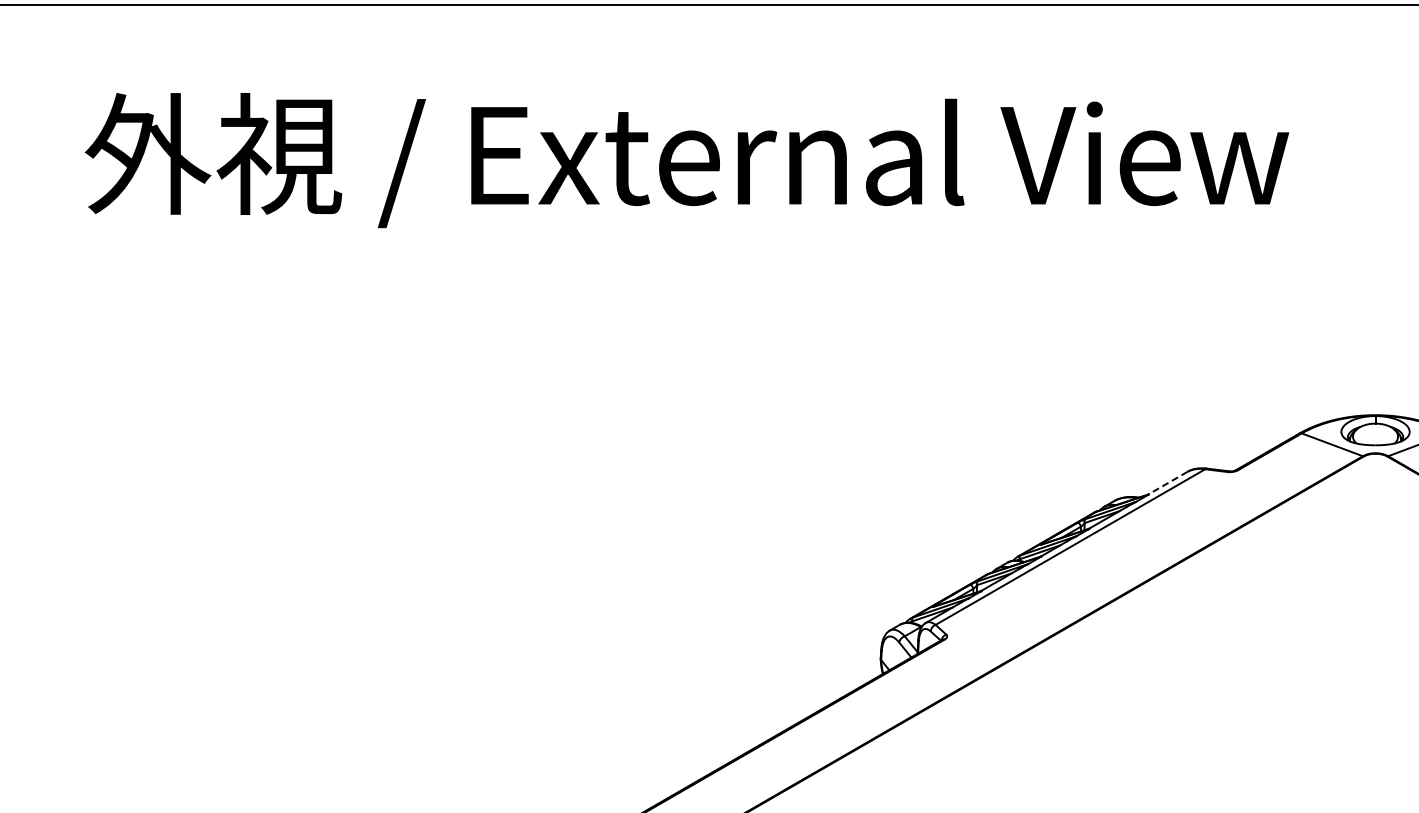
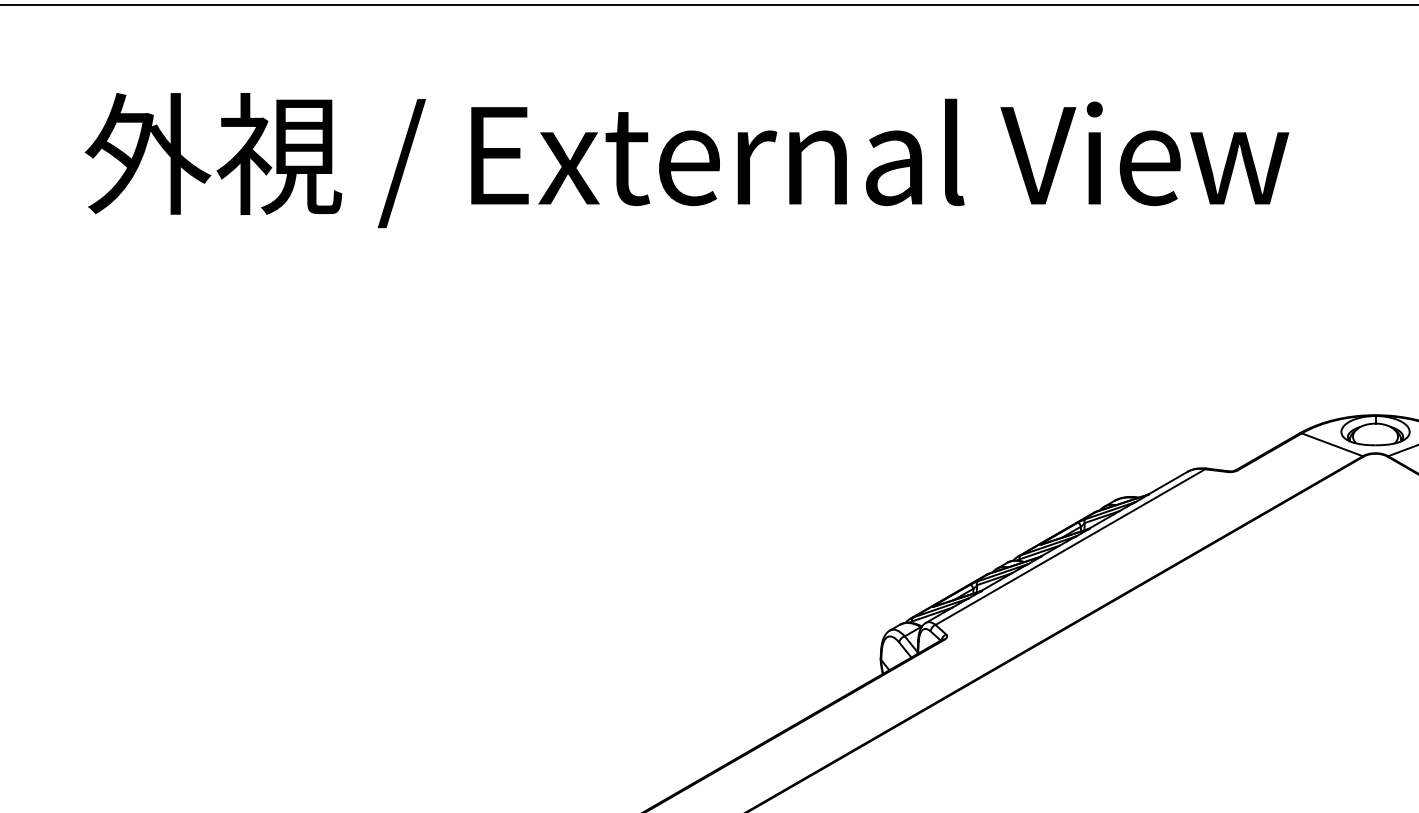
line at (1167, 483): dashed -> solid
